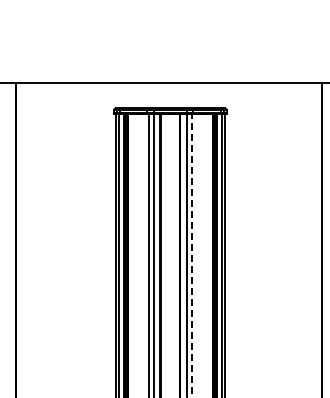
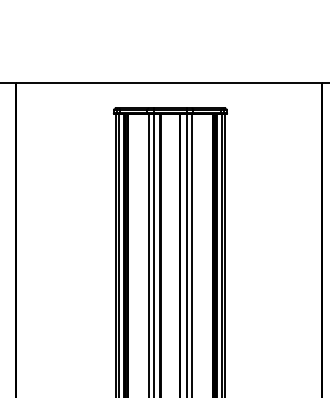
line at (191, 255): dashed -> solid
